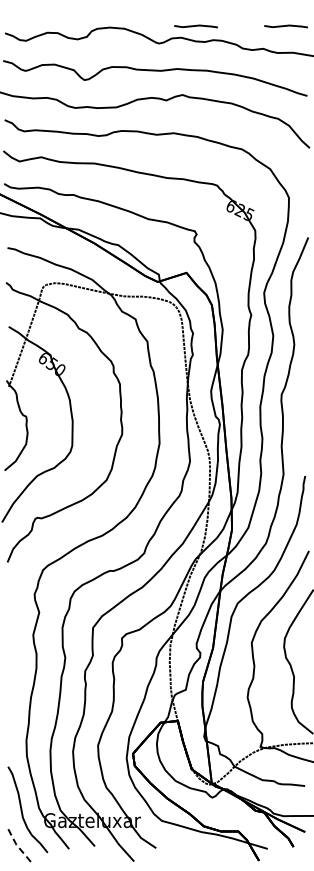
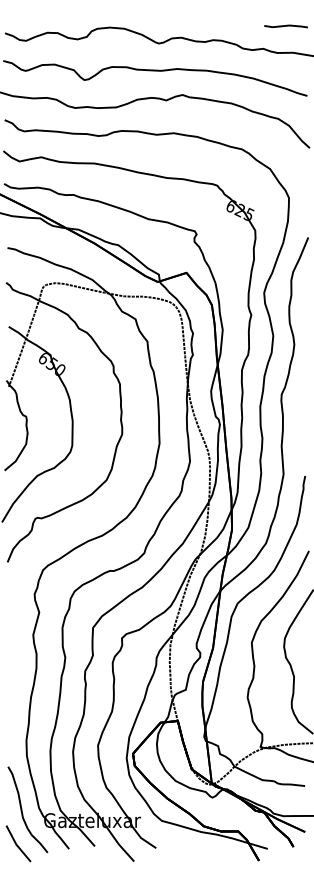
line at (195, 26): present -> none
line at (16, 844): dashed -> solid
